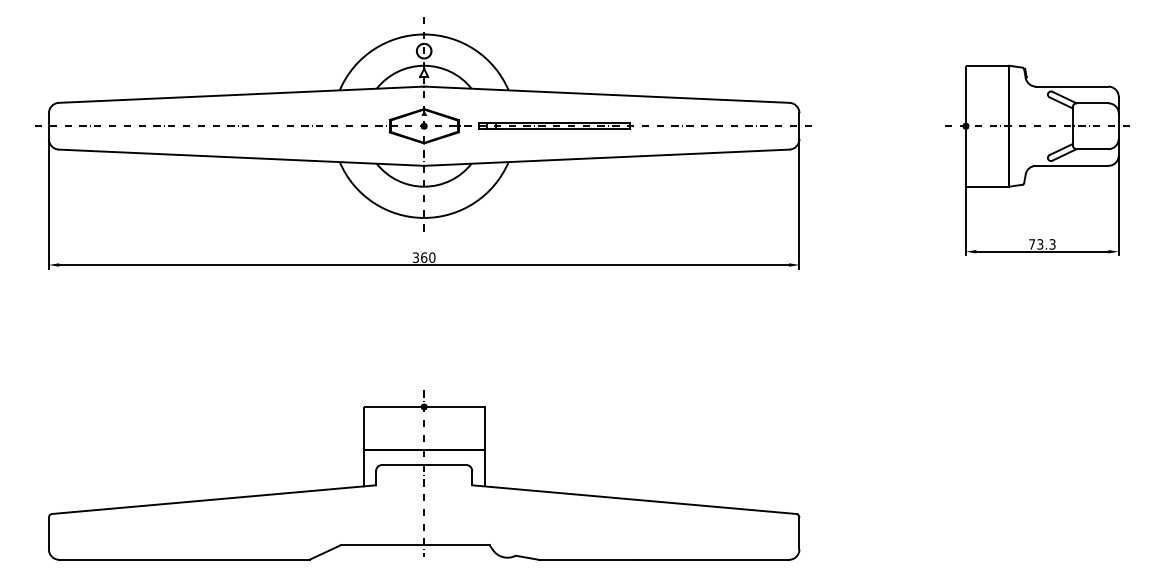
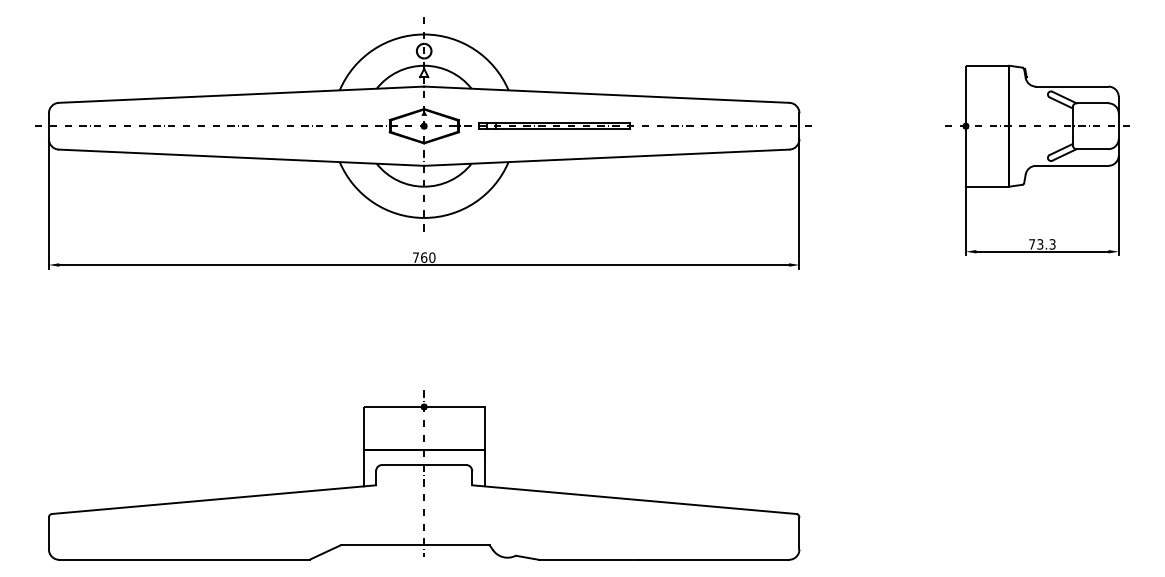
text at (415, 257): 360 -> 760
